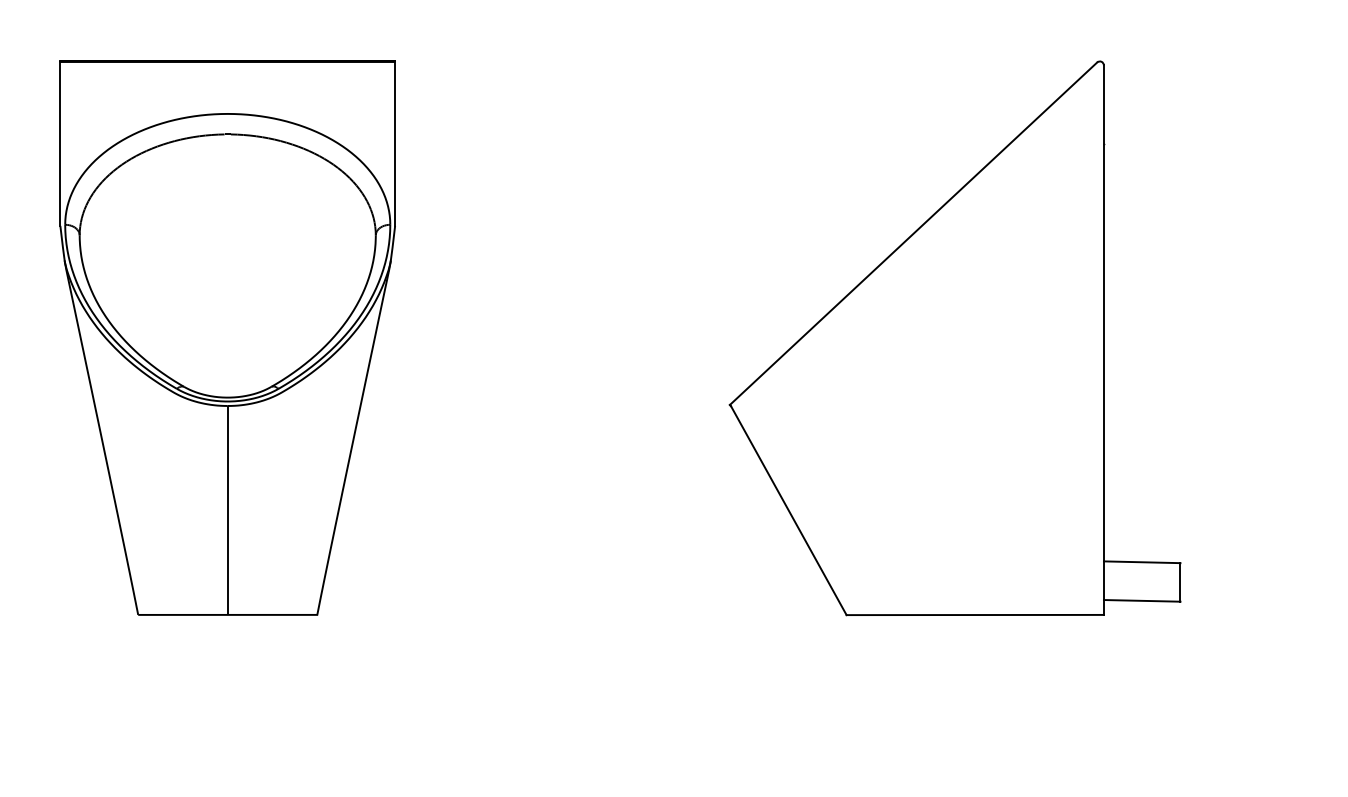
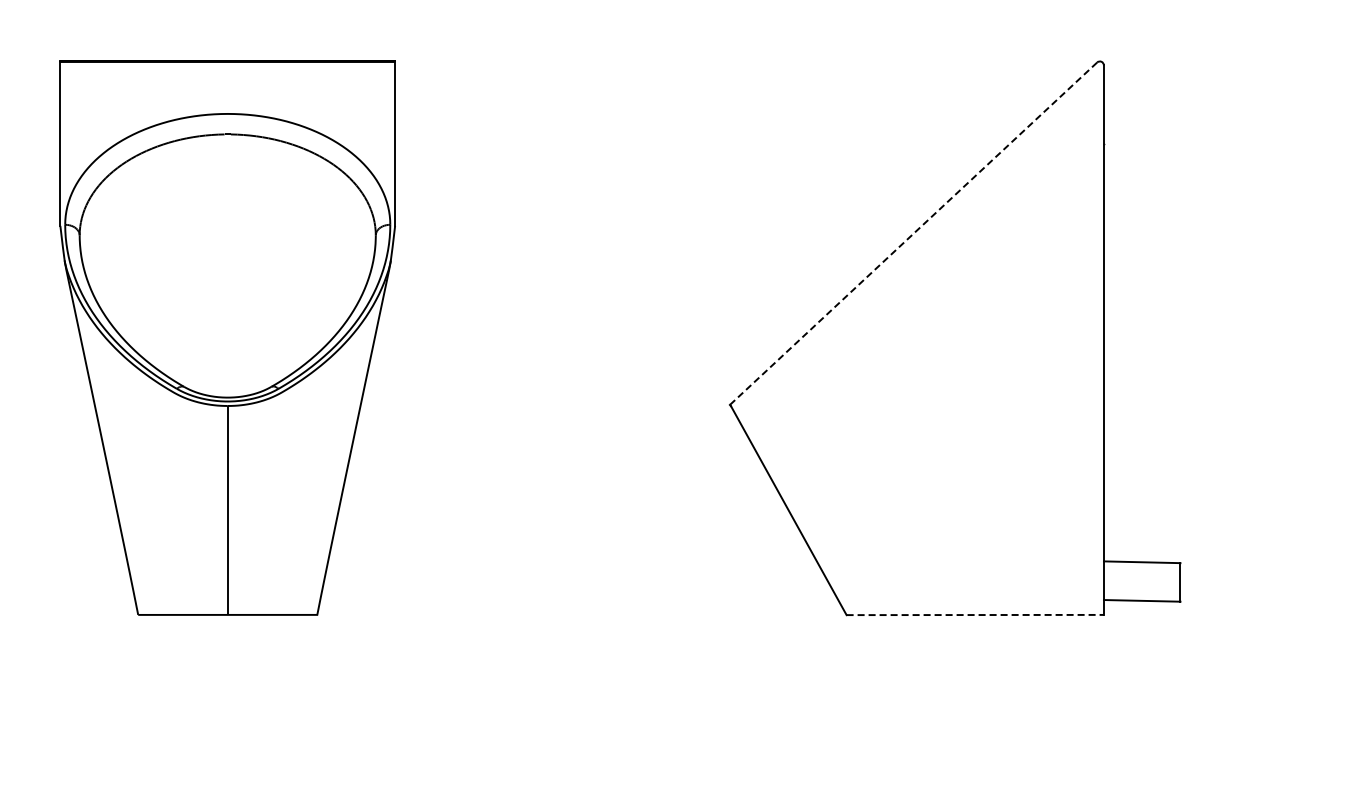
line at (913, 234): solid -> dashed
line at (975, 615): solid -> dashed
